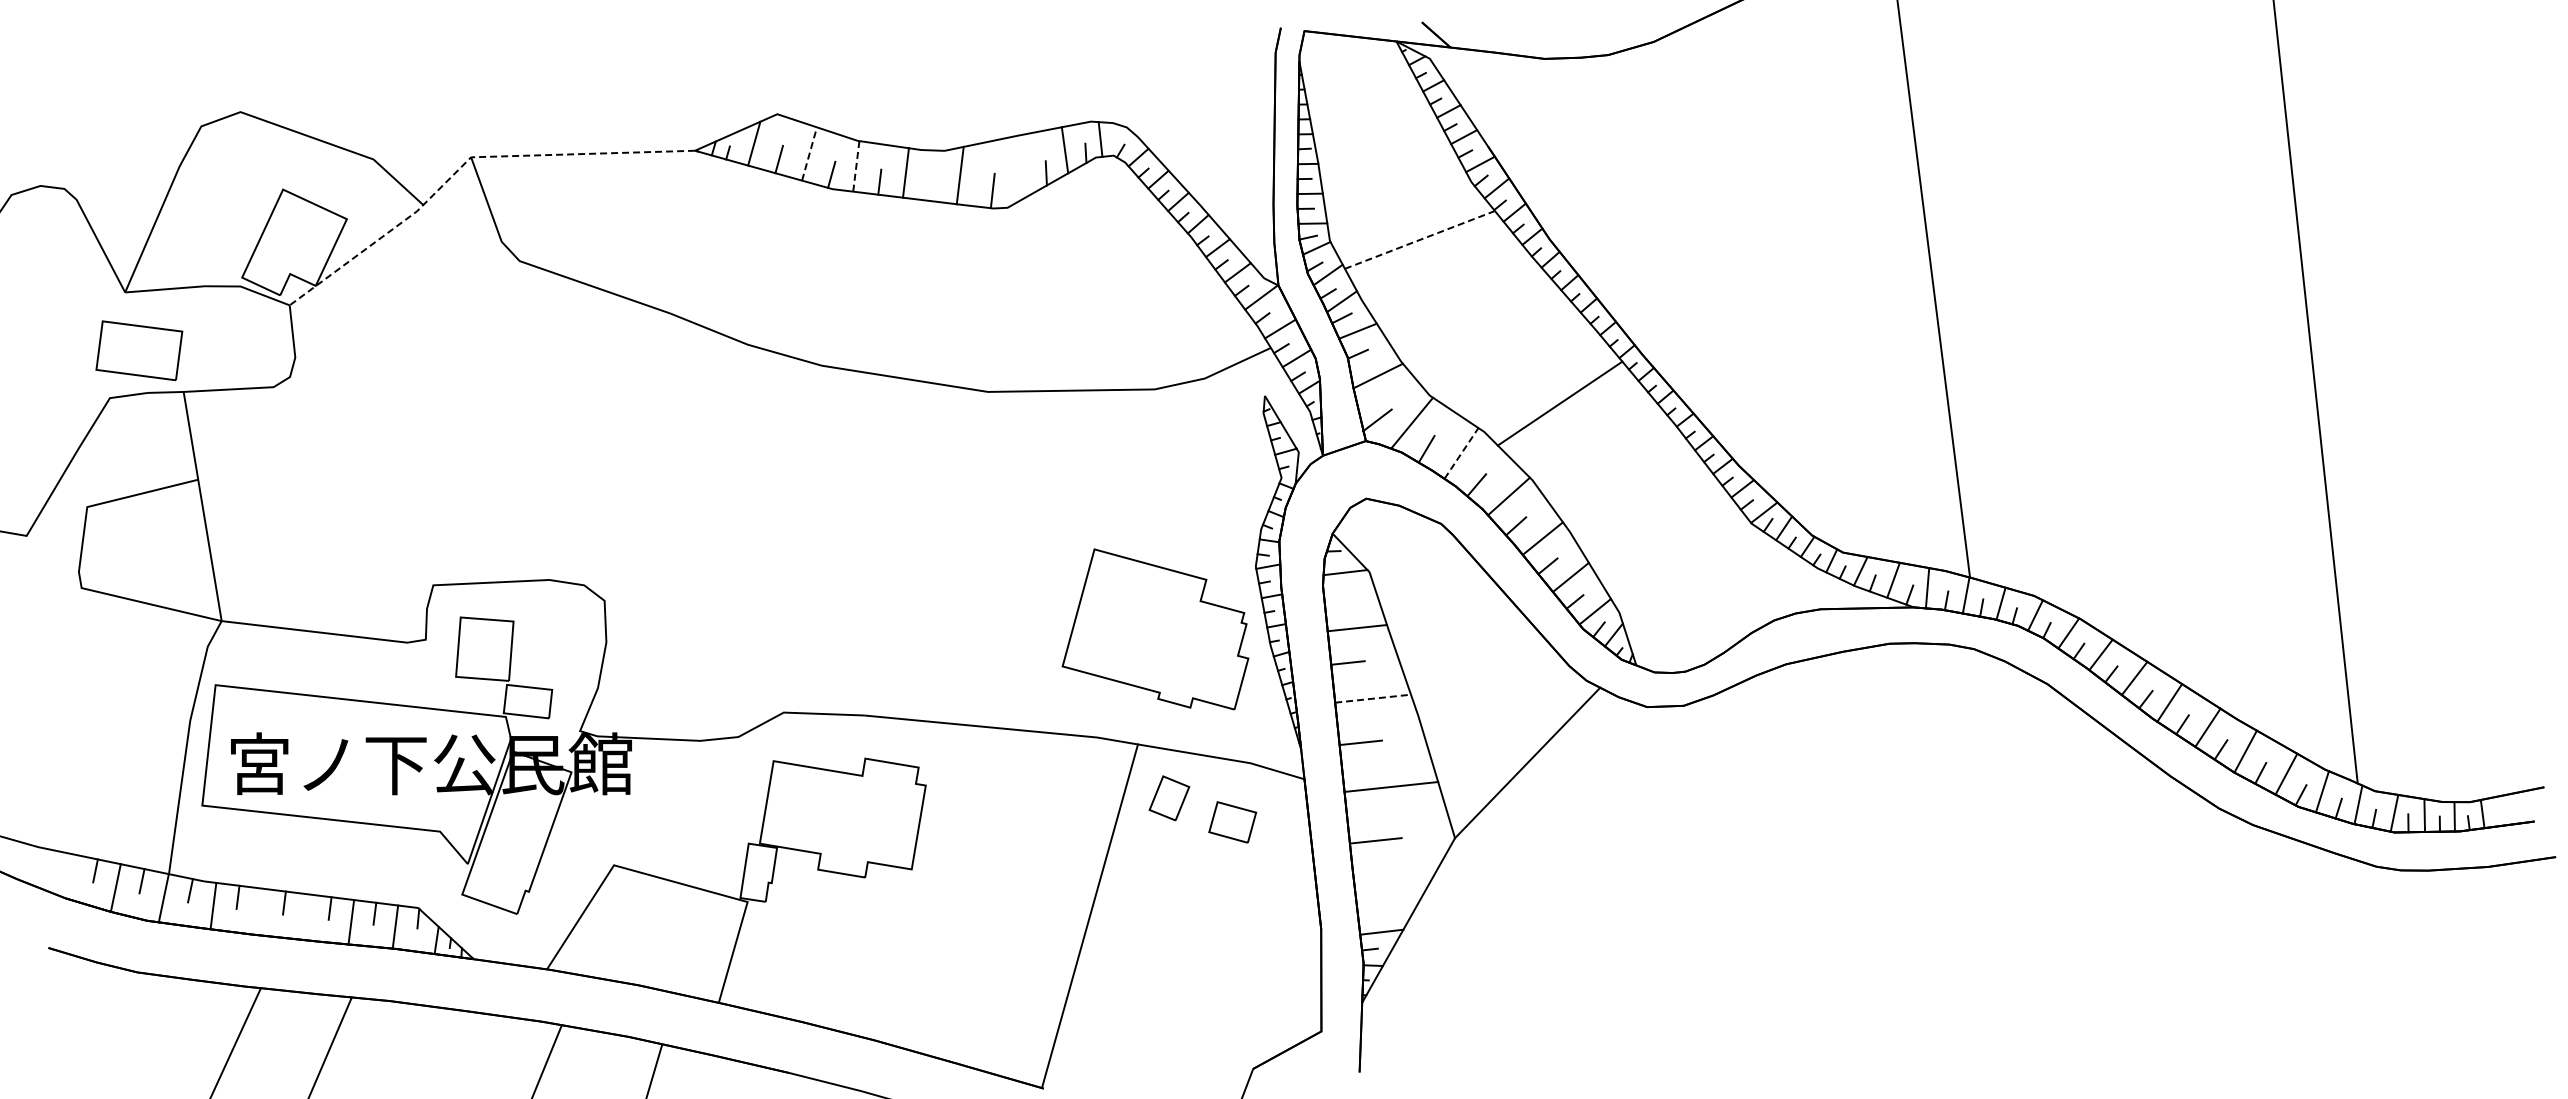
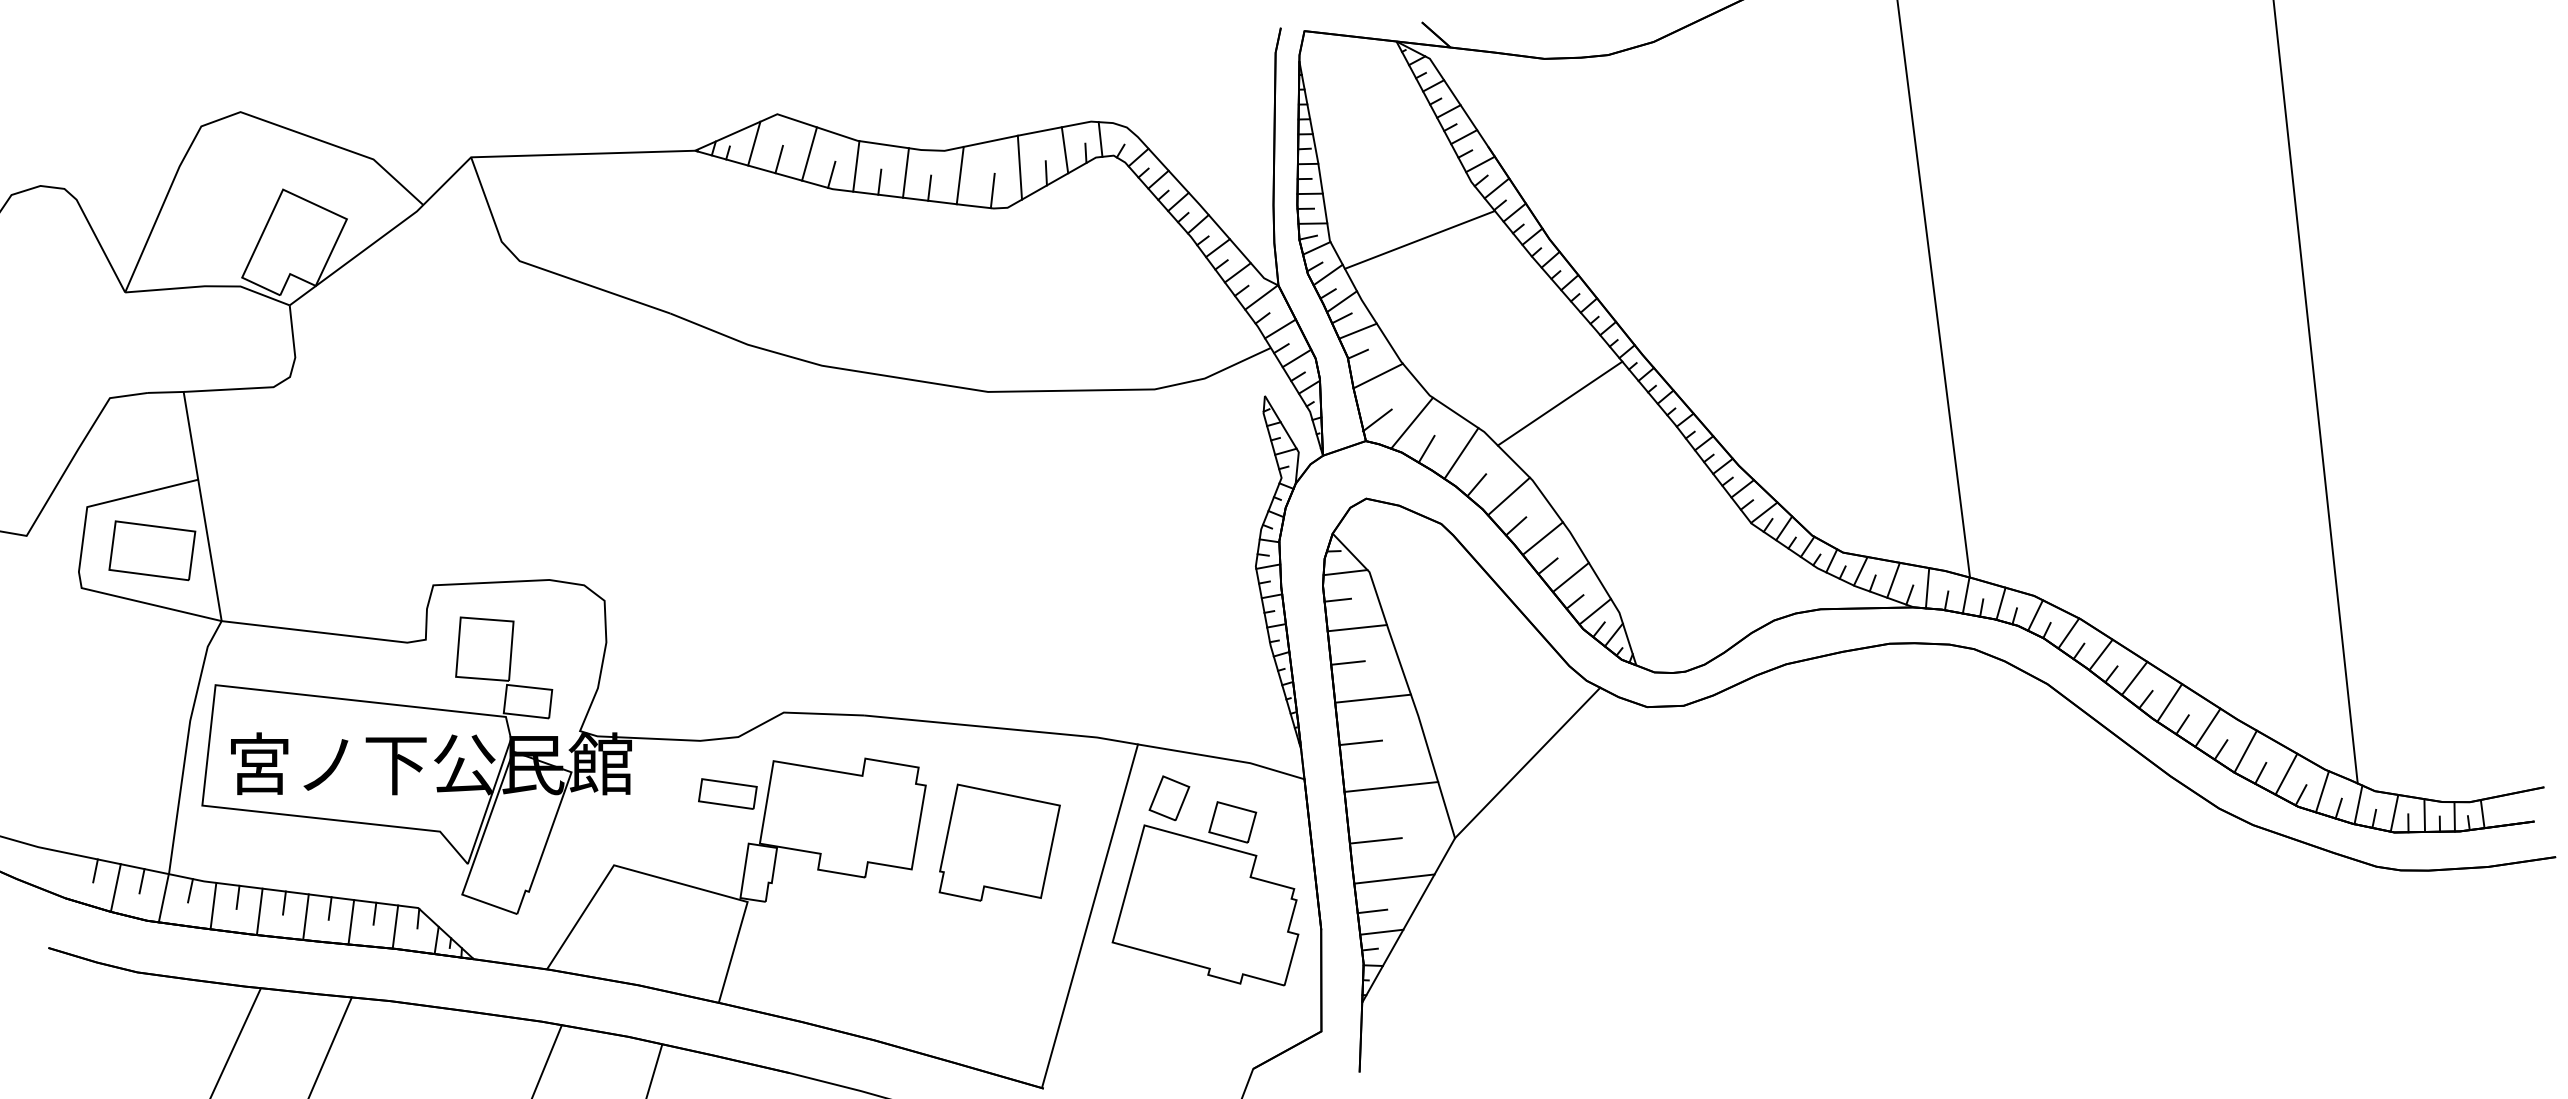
line at (809, 154): dashed -> solid
line at (466, 161): dashed -> solid
line at (856, 165): dashed -> solid
line at (1019, 167): none -> present
line at (929, 187): none -> present
line at (1420, 239): dashed -> solid
part at (139, 350) position: (139, 350) -> (152, 550)
line at (1461, 453): dashed -> solid
line at (1337, 599): none -> present
part at (1155, 629) position: (1155, 629) -> (1205, 905)
line at (1373, 698): dashed -> solid
part at (727, 793): none -> present
part at (999, 842): none -> present
line at (1394, 878): none -> present
line at (259, 911): none -> present
line at (1372, 911): none -> present
line at (305, 916): none -> present
